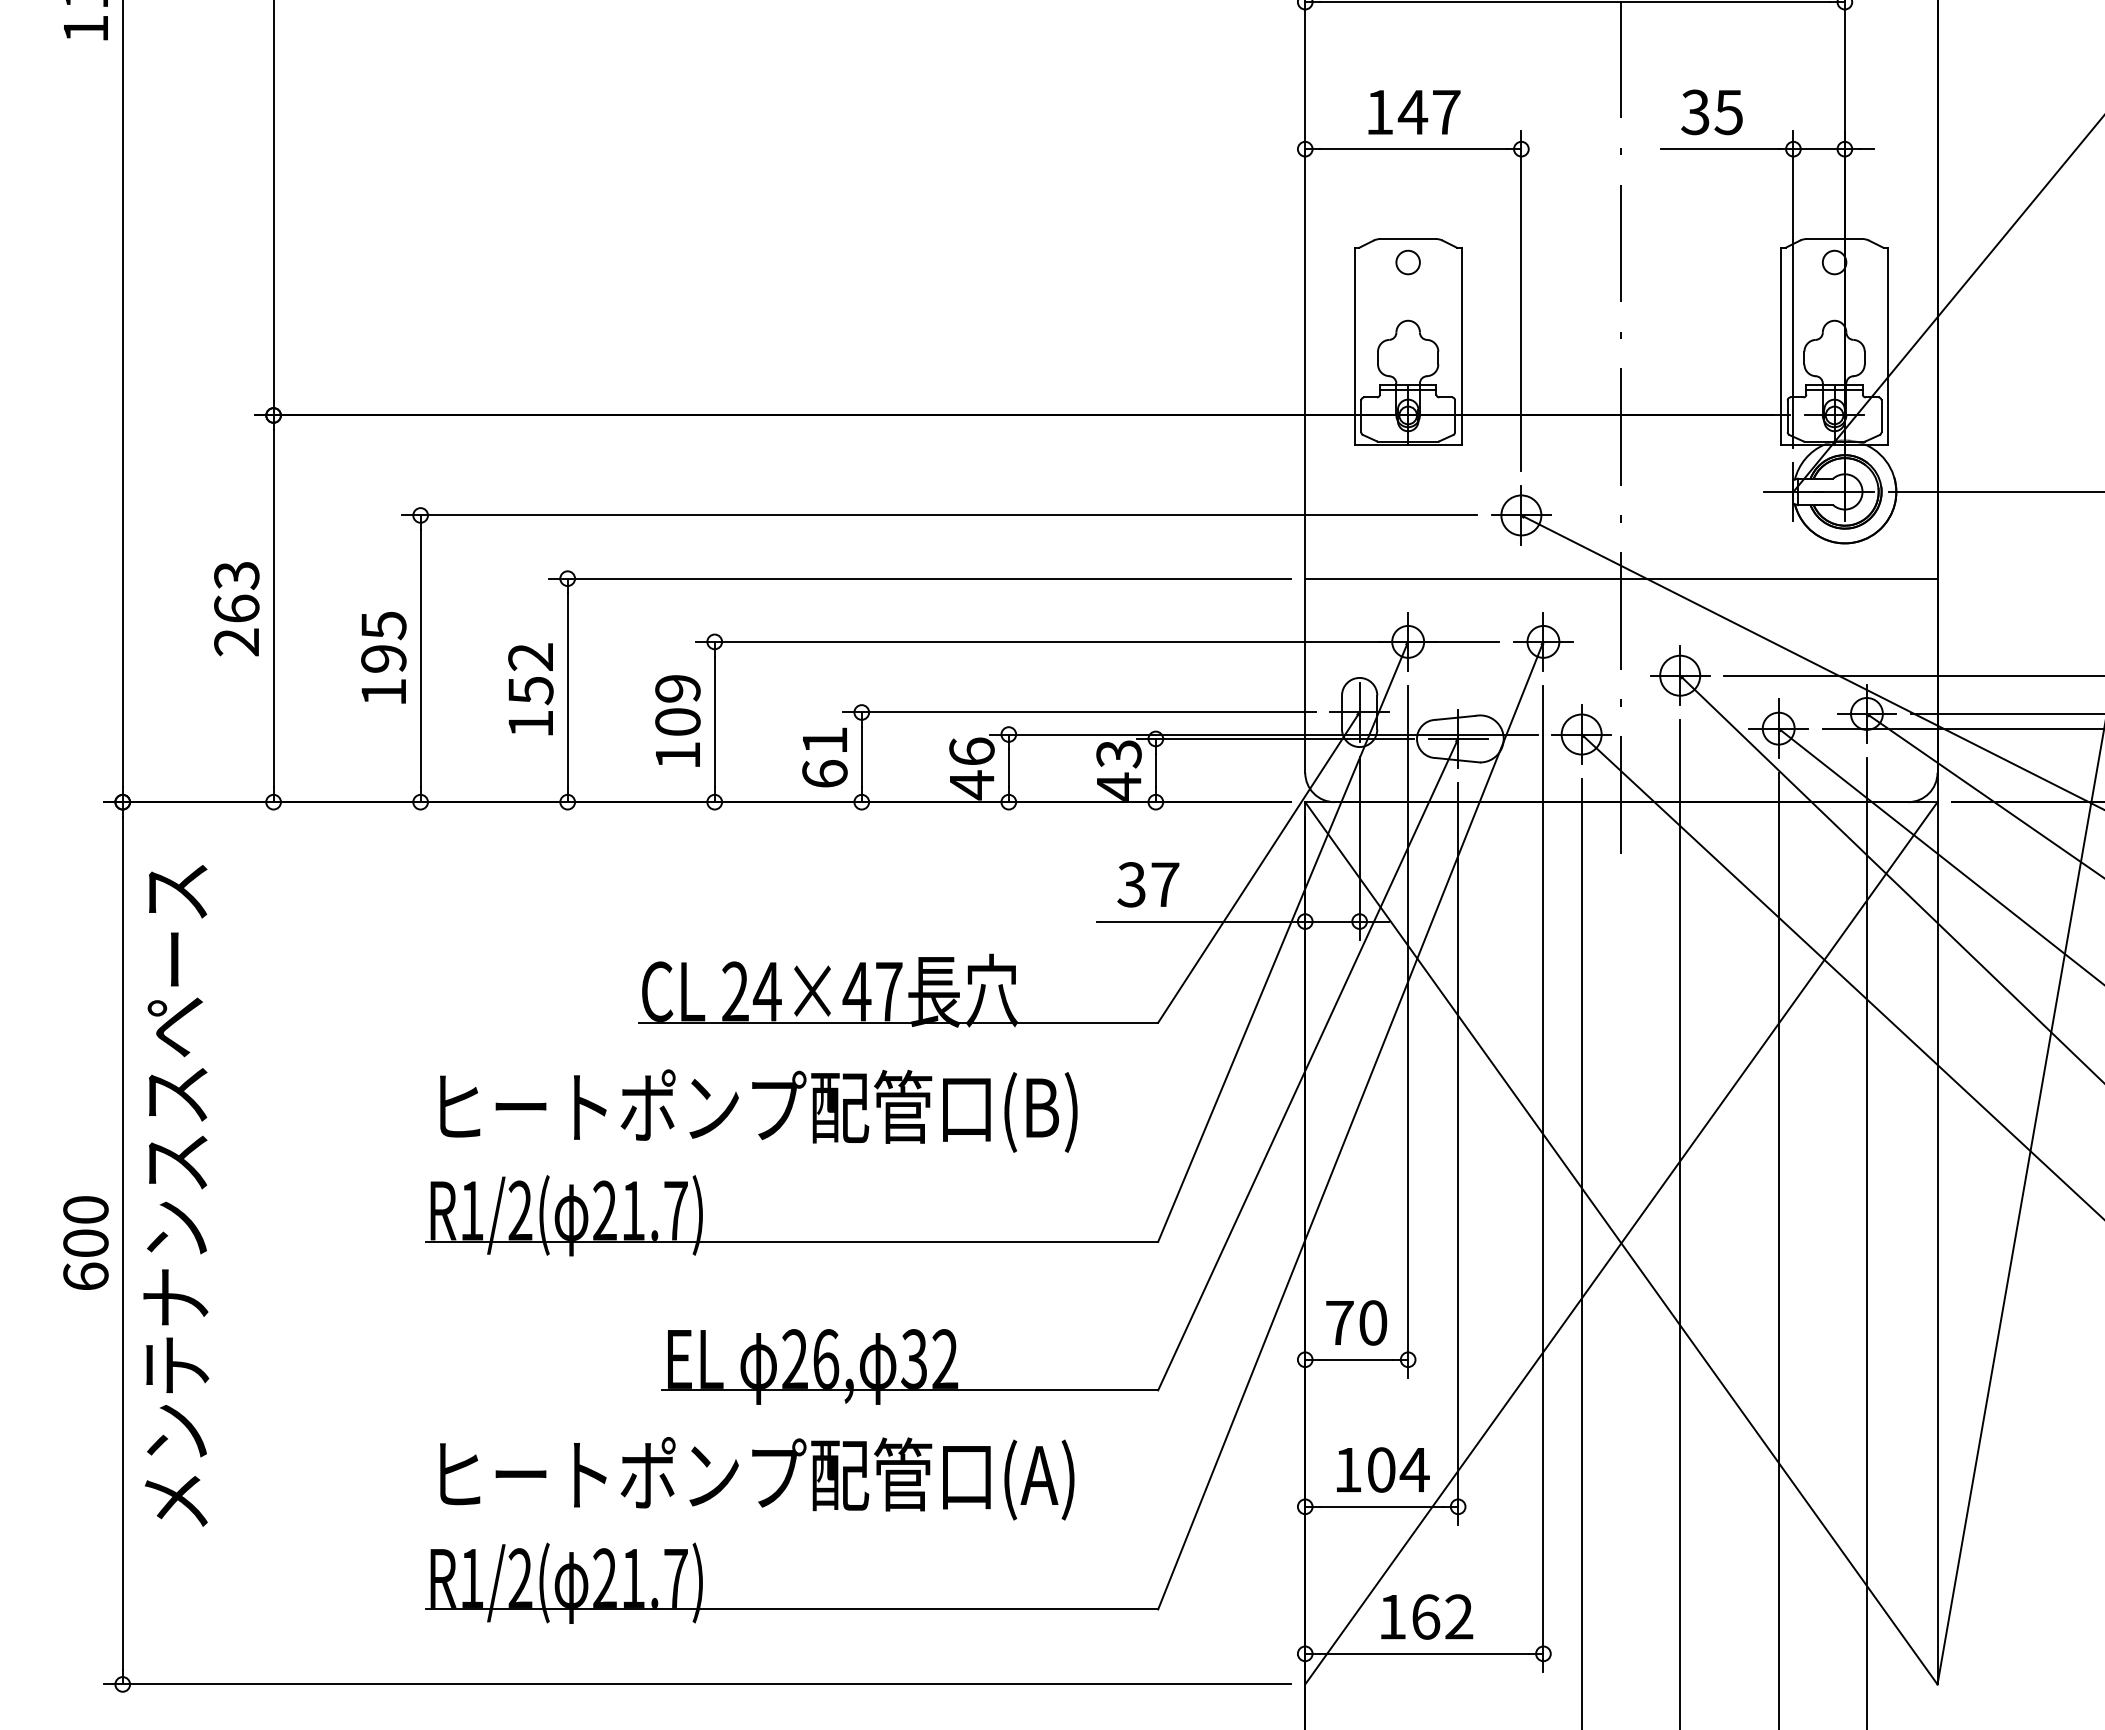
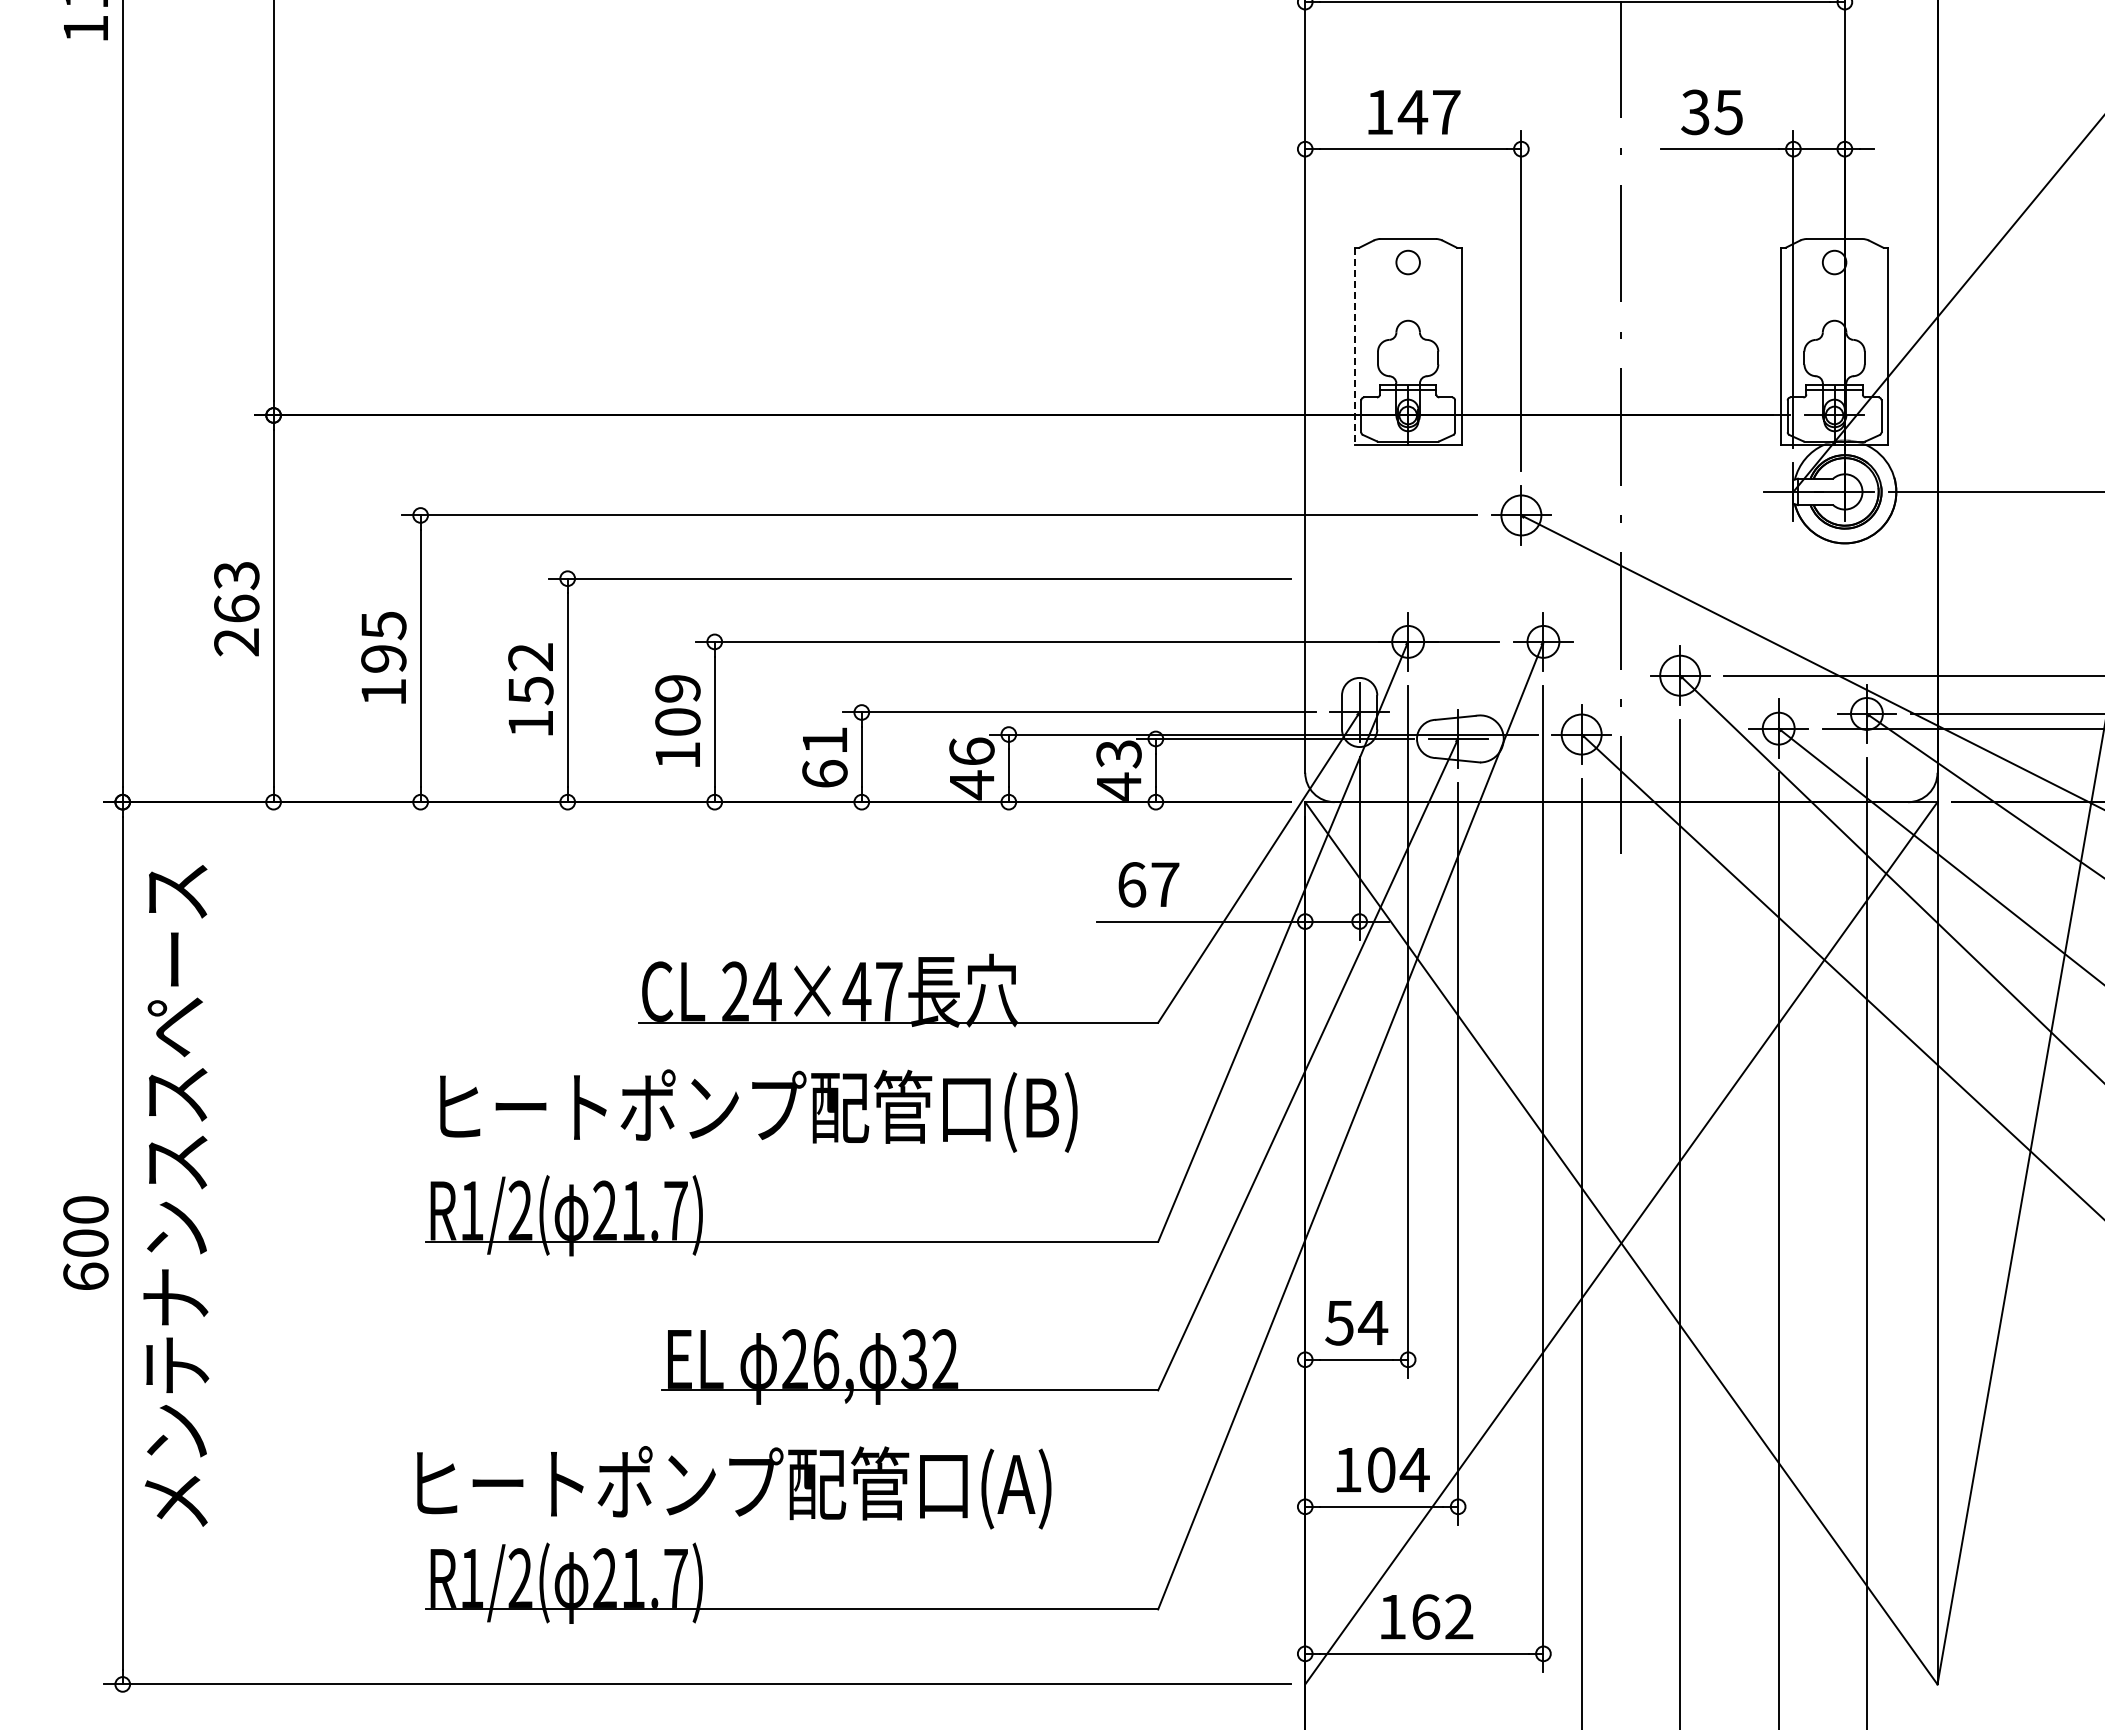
line at (1354, 346): solid -> dashed
line at (1621, 578): present -> none
text at (1131, 884): 37 -> 67
text at (1356, 1322): 70 -> 54
text at (757, 1478) position: (757, 1478) -> (734, 1487)
